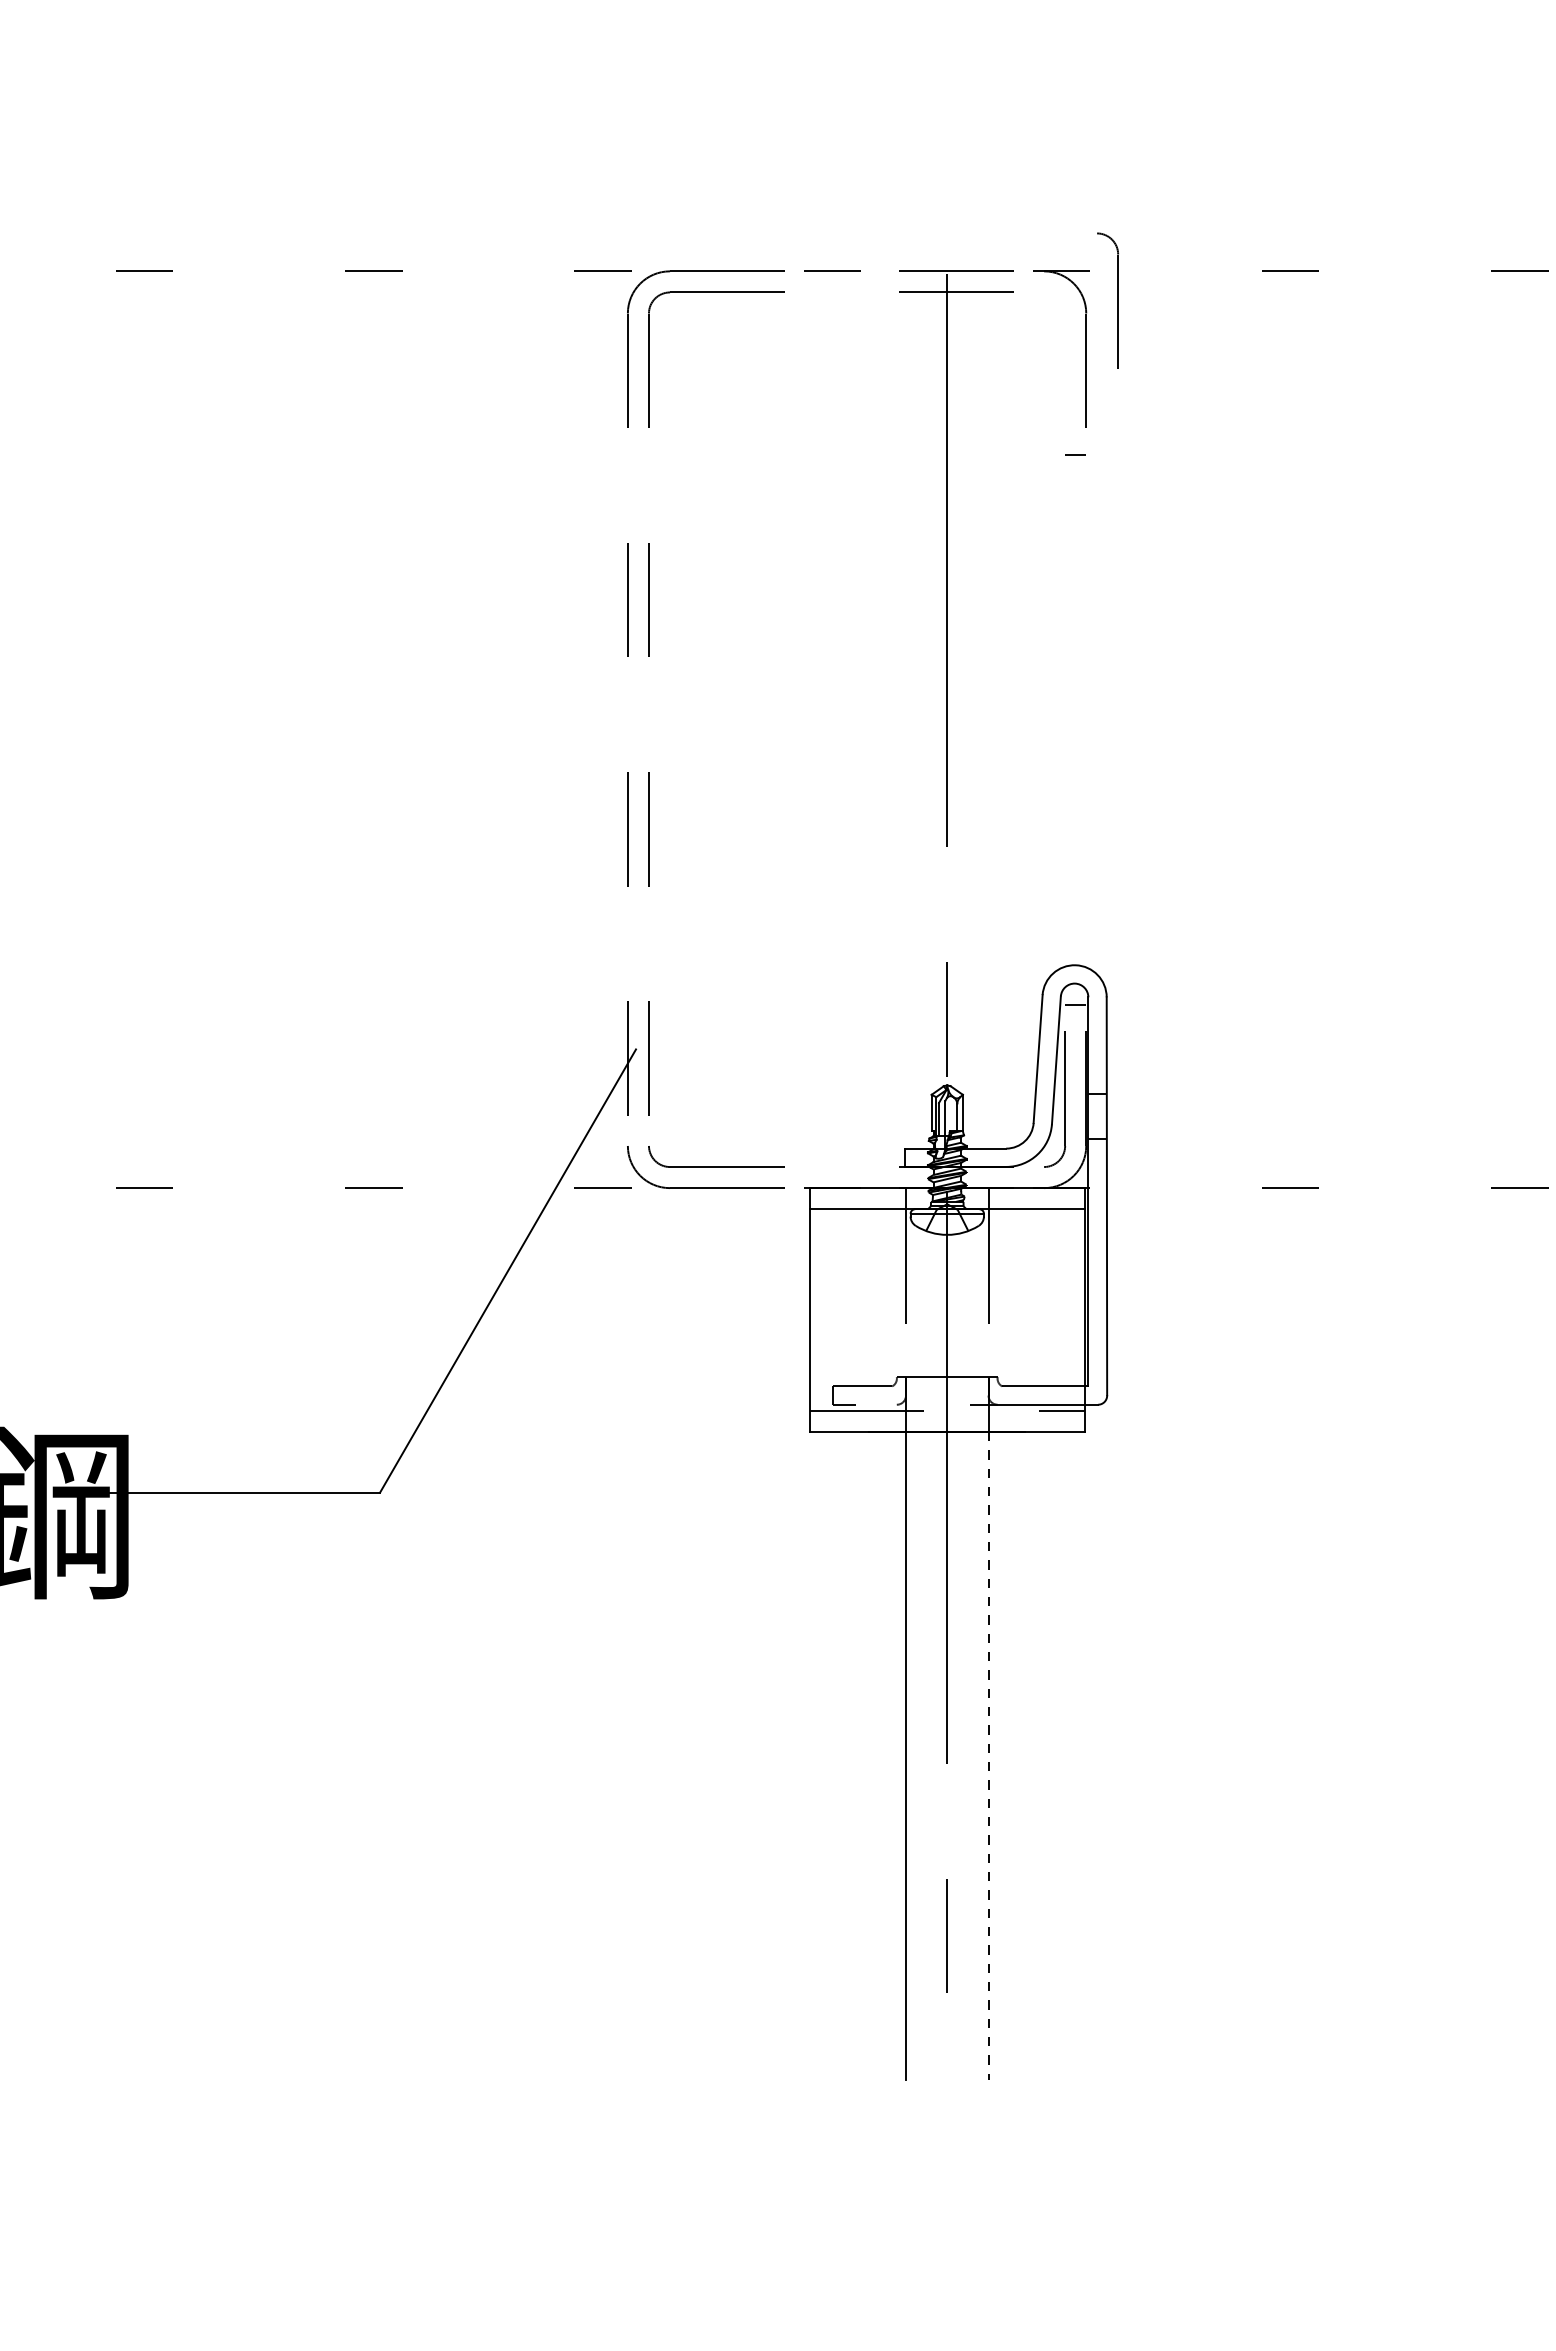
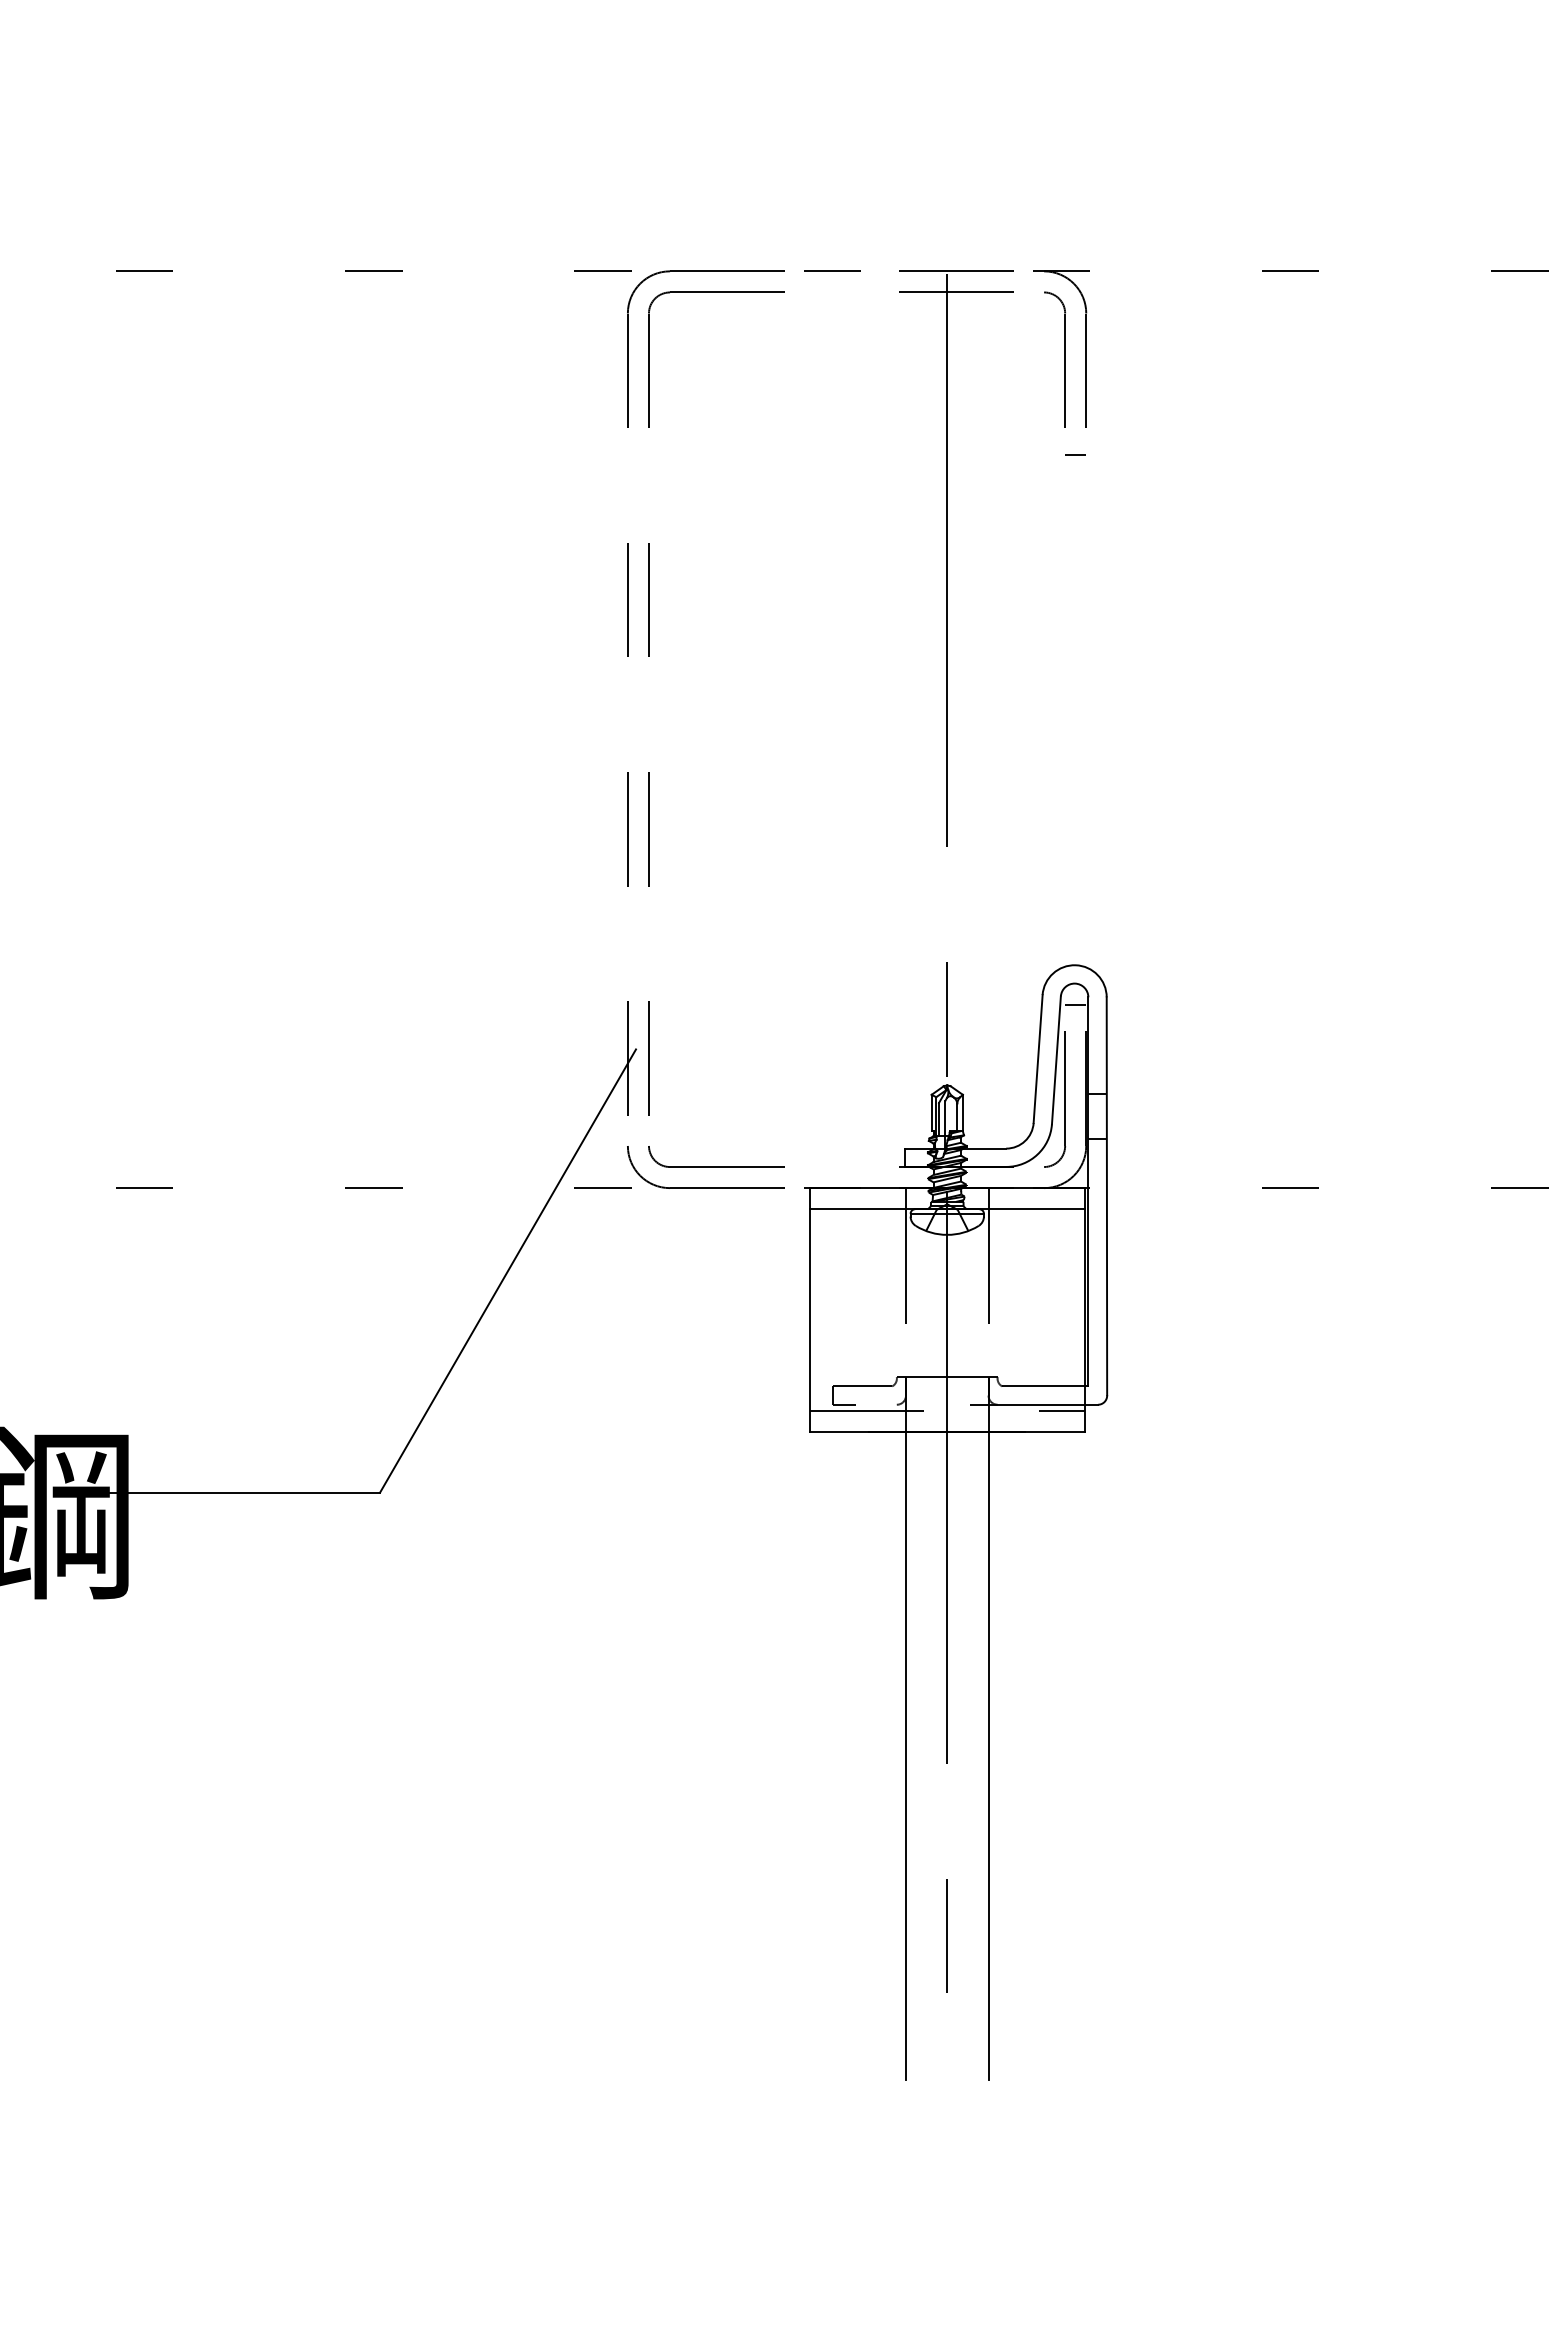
part at (1117, 300) position: (1117, 300) -> (1064, 359)
line at (988, 1755): dashed -> solid
